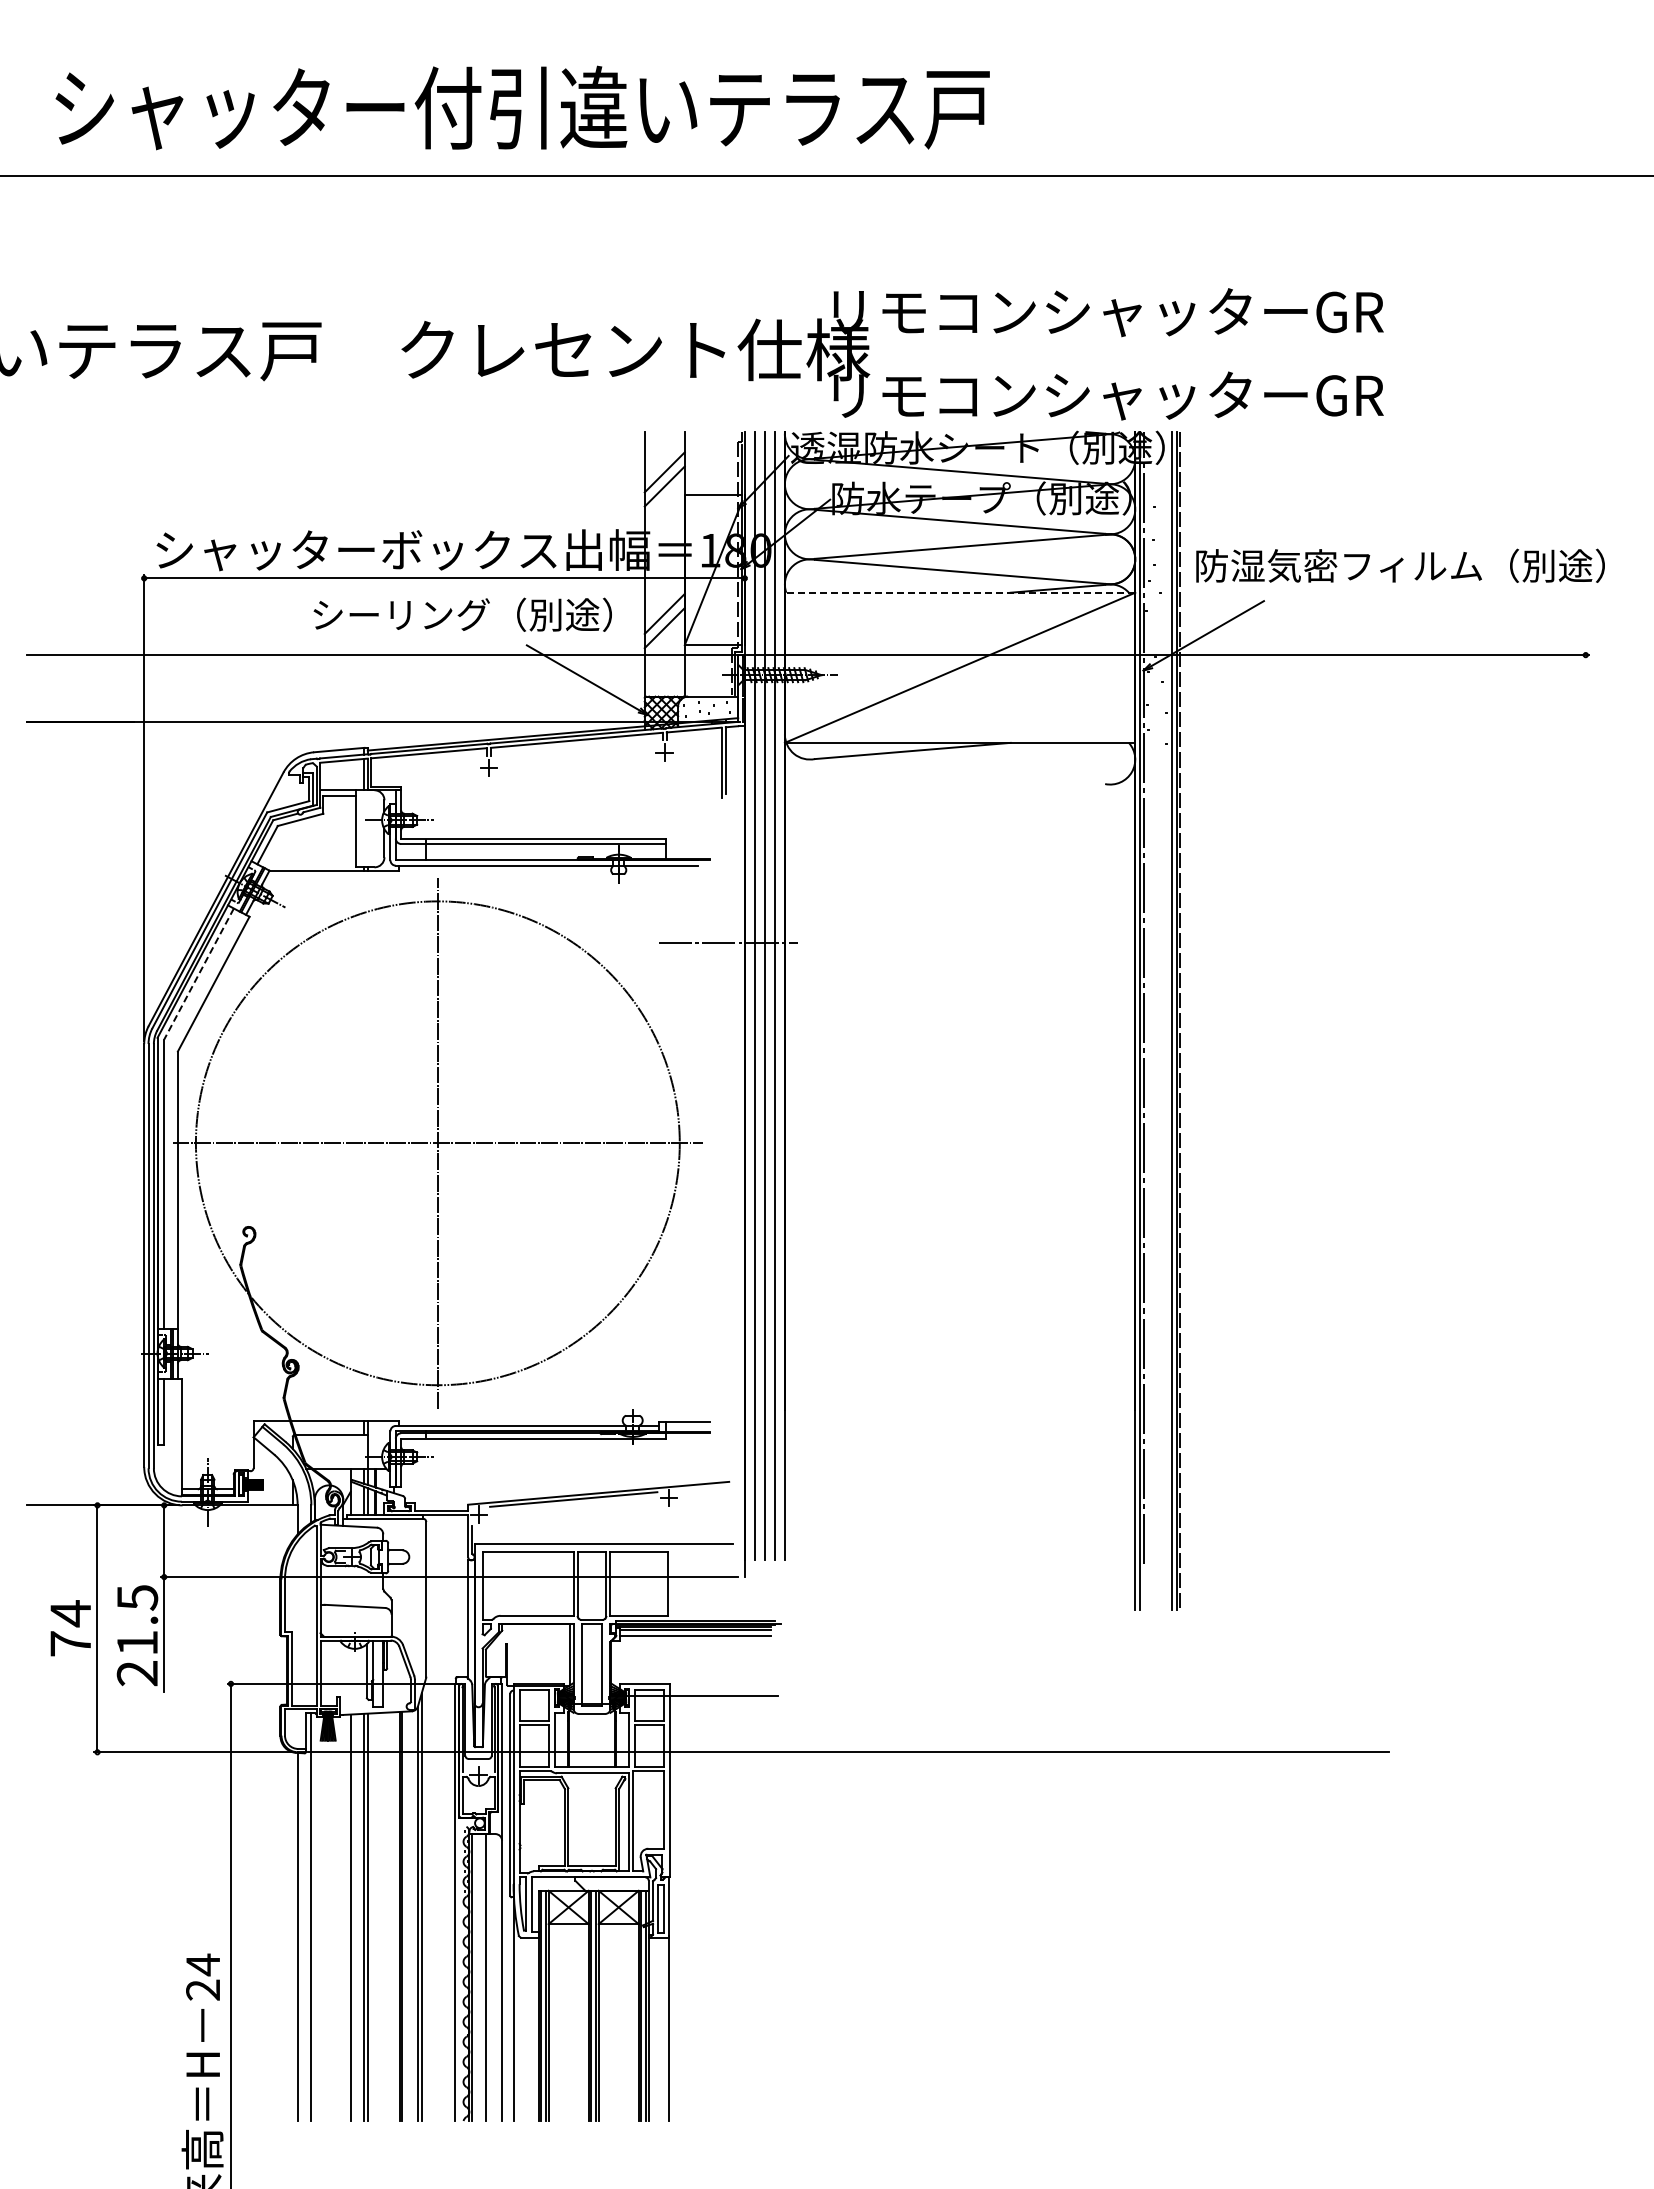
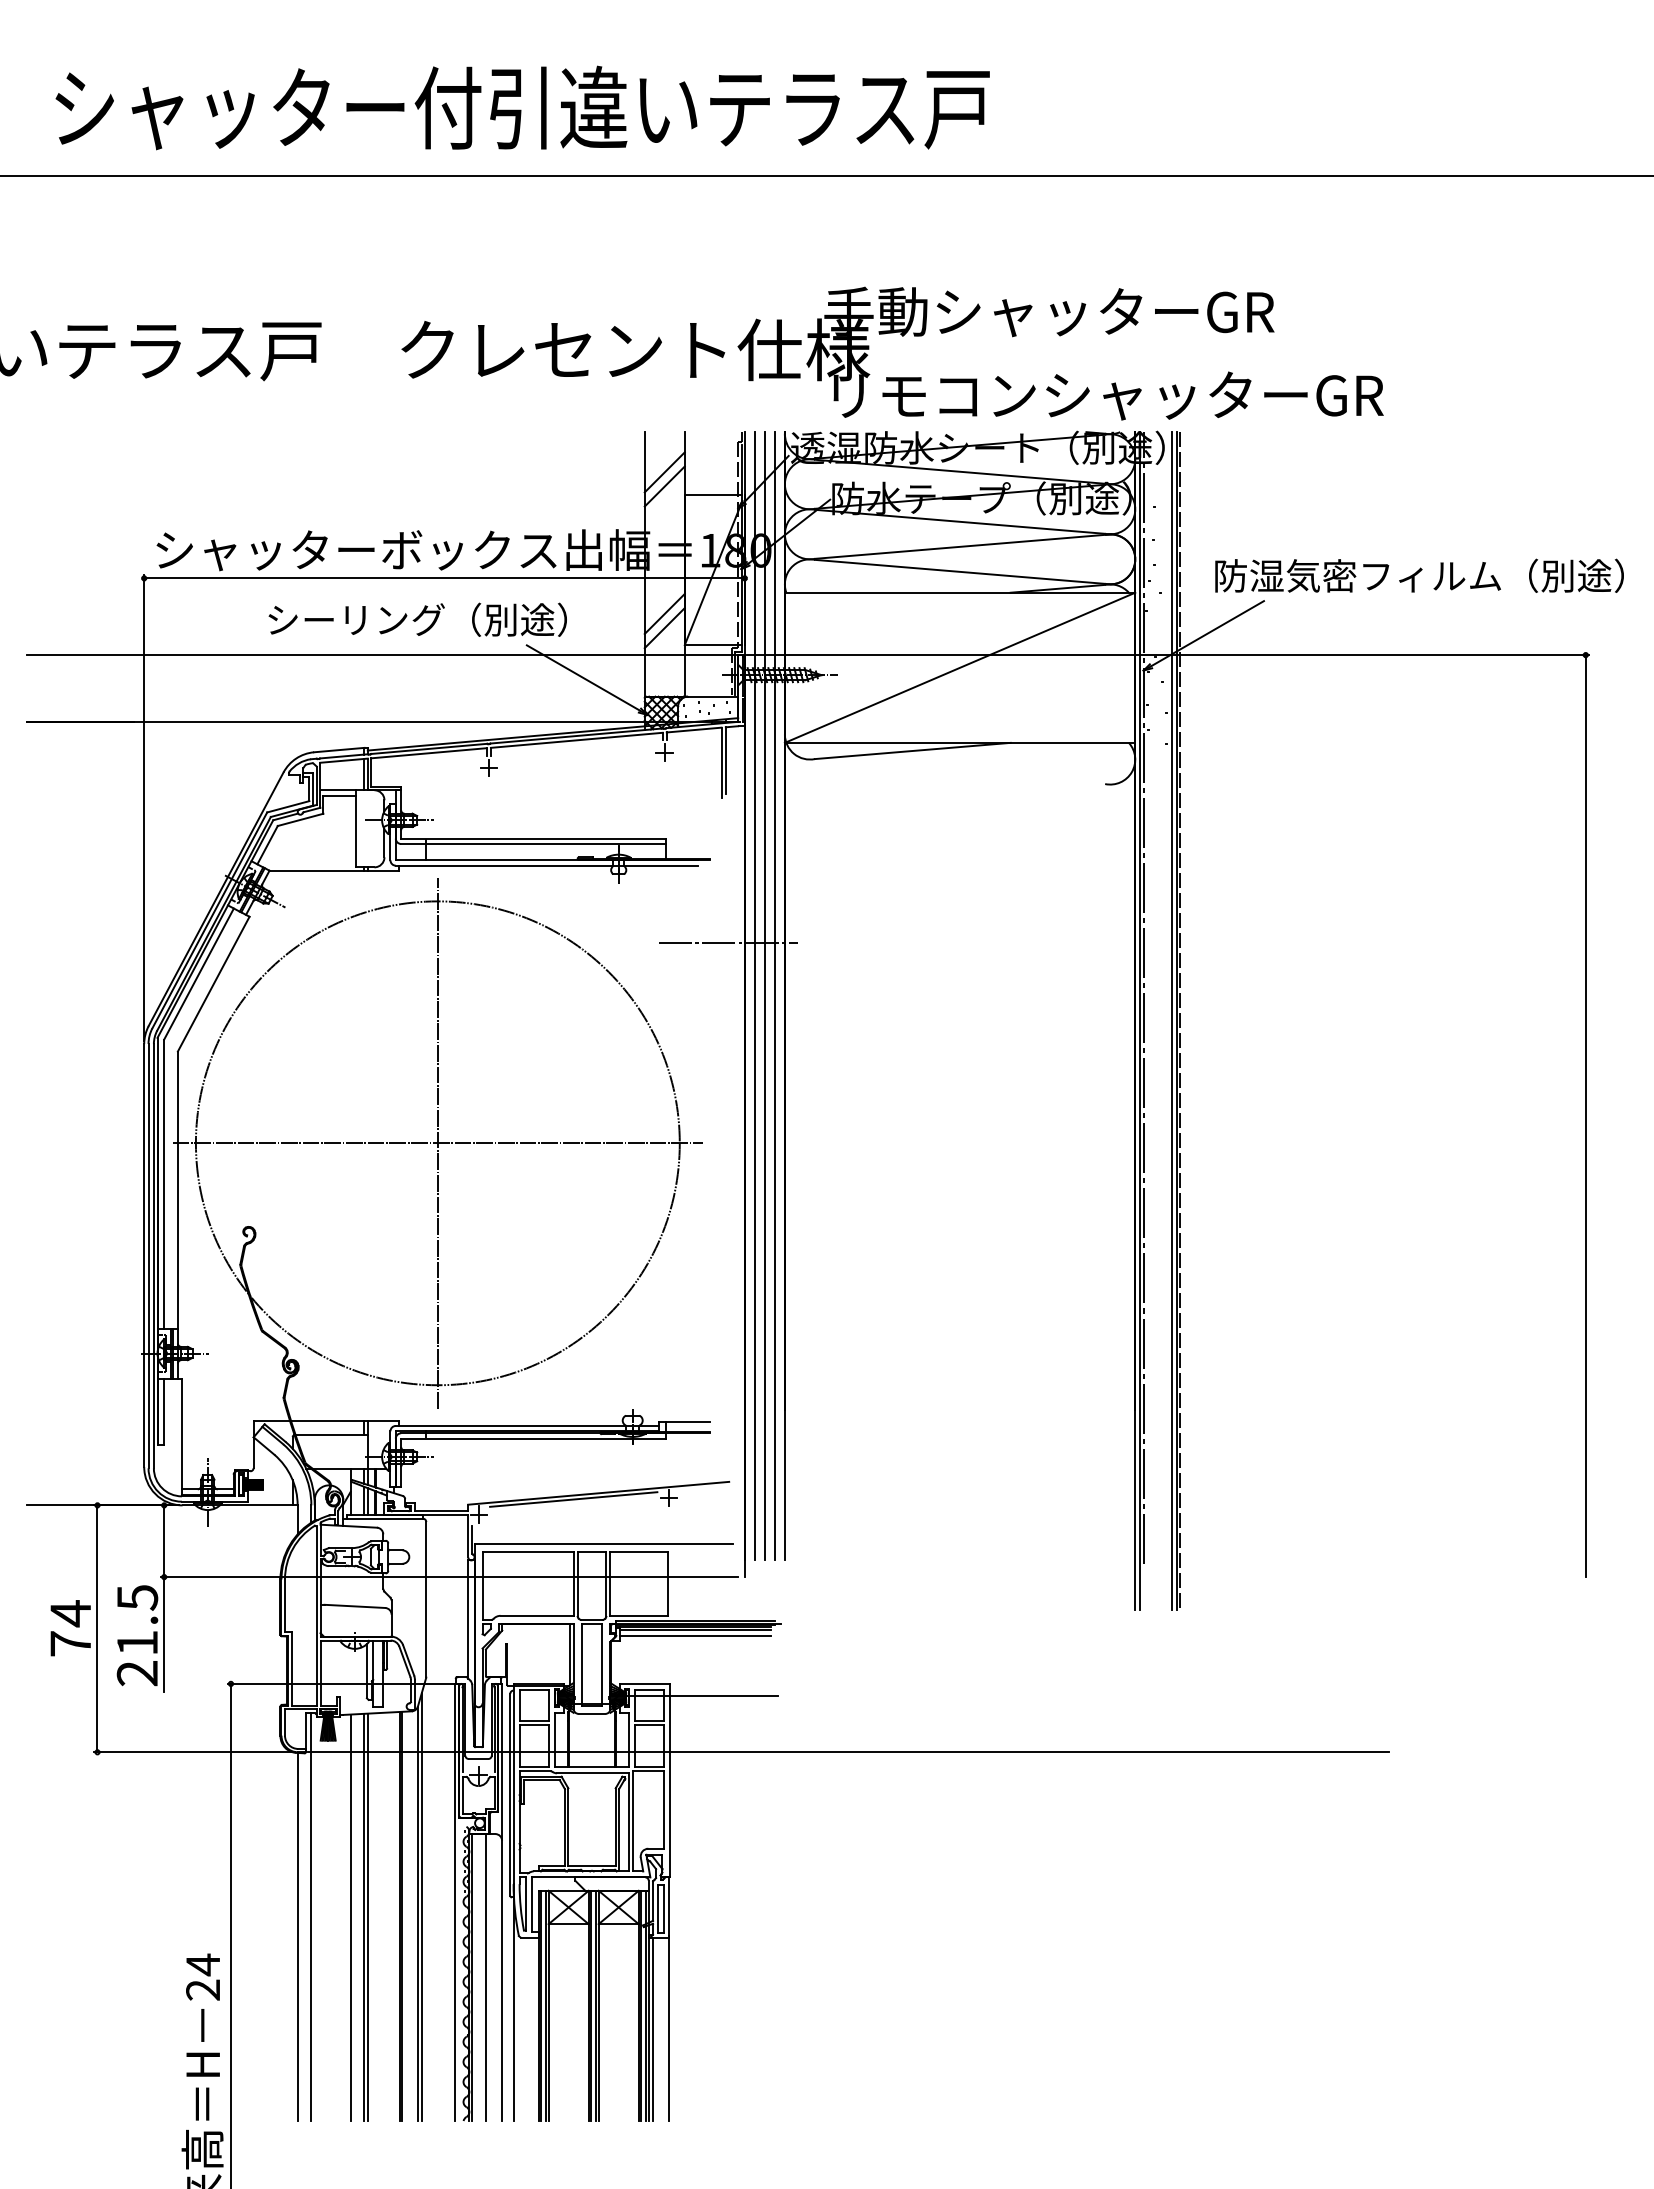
text at (1103, 311): リモコンシャッターGR -> 手動シャッターGR
text at (1400, 565) position: (1400, 565) -> (1419, 575)
line at (959, 592): dashed -> solid
text at (462, 614) position: (462, 614) -> (417, 619)
line at (198, 974): dashed -> solid
line at (1585, 1116): none -> present
line at (653, 2029): none -> present
